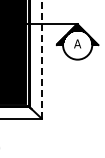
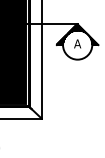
line at (41, 59): dashed -> solid
